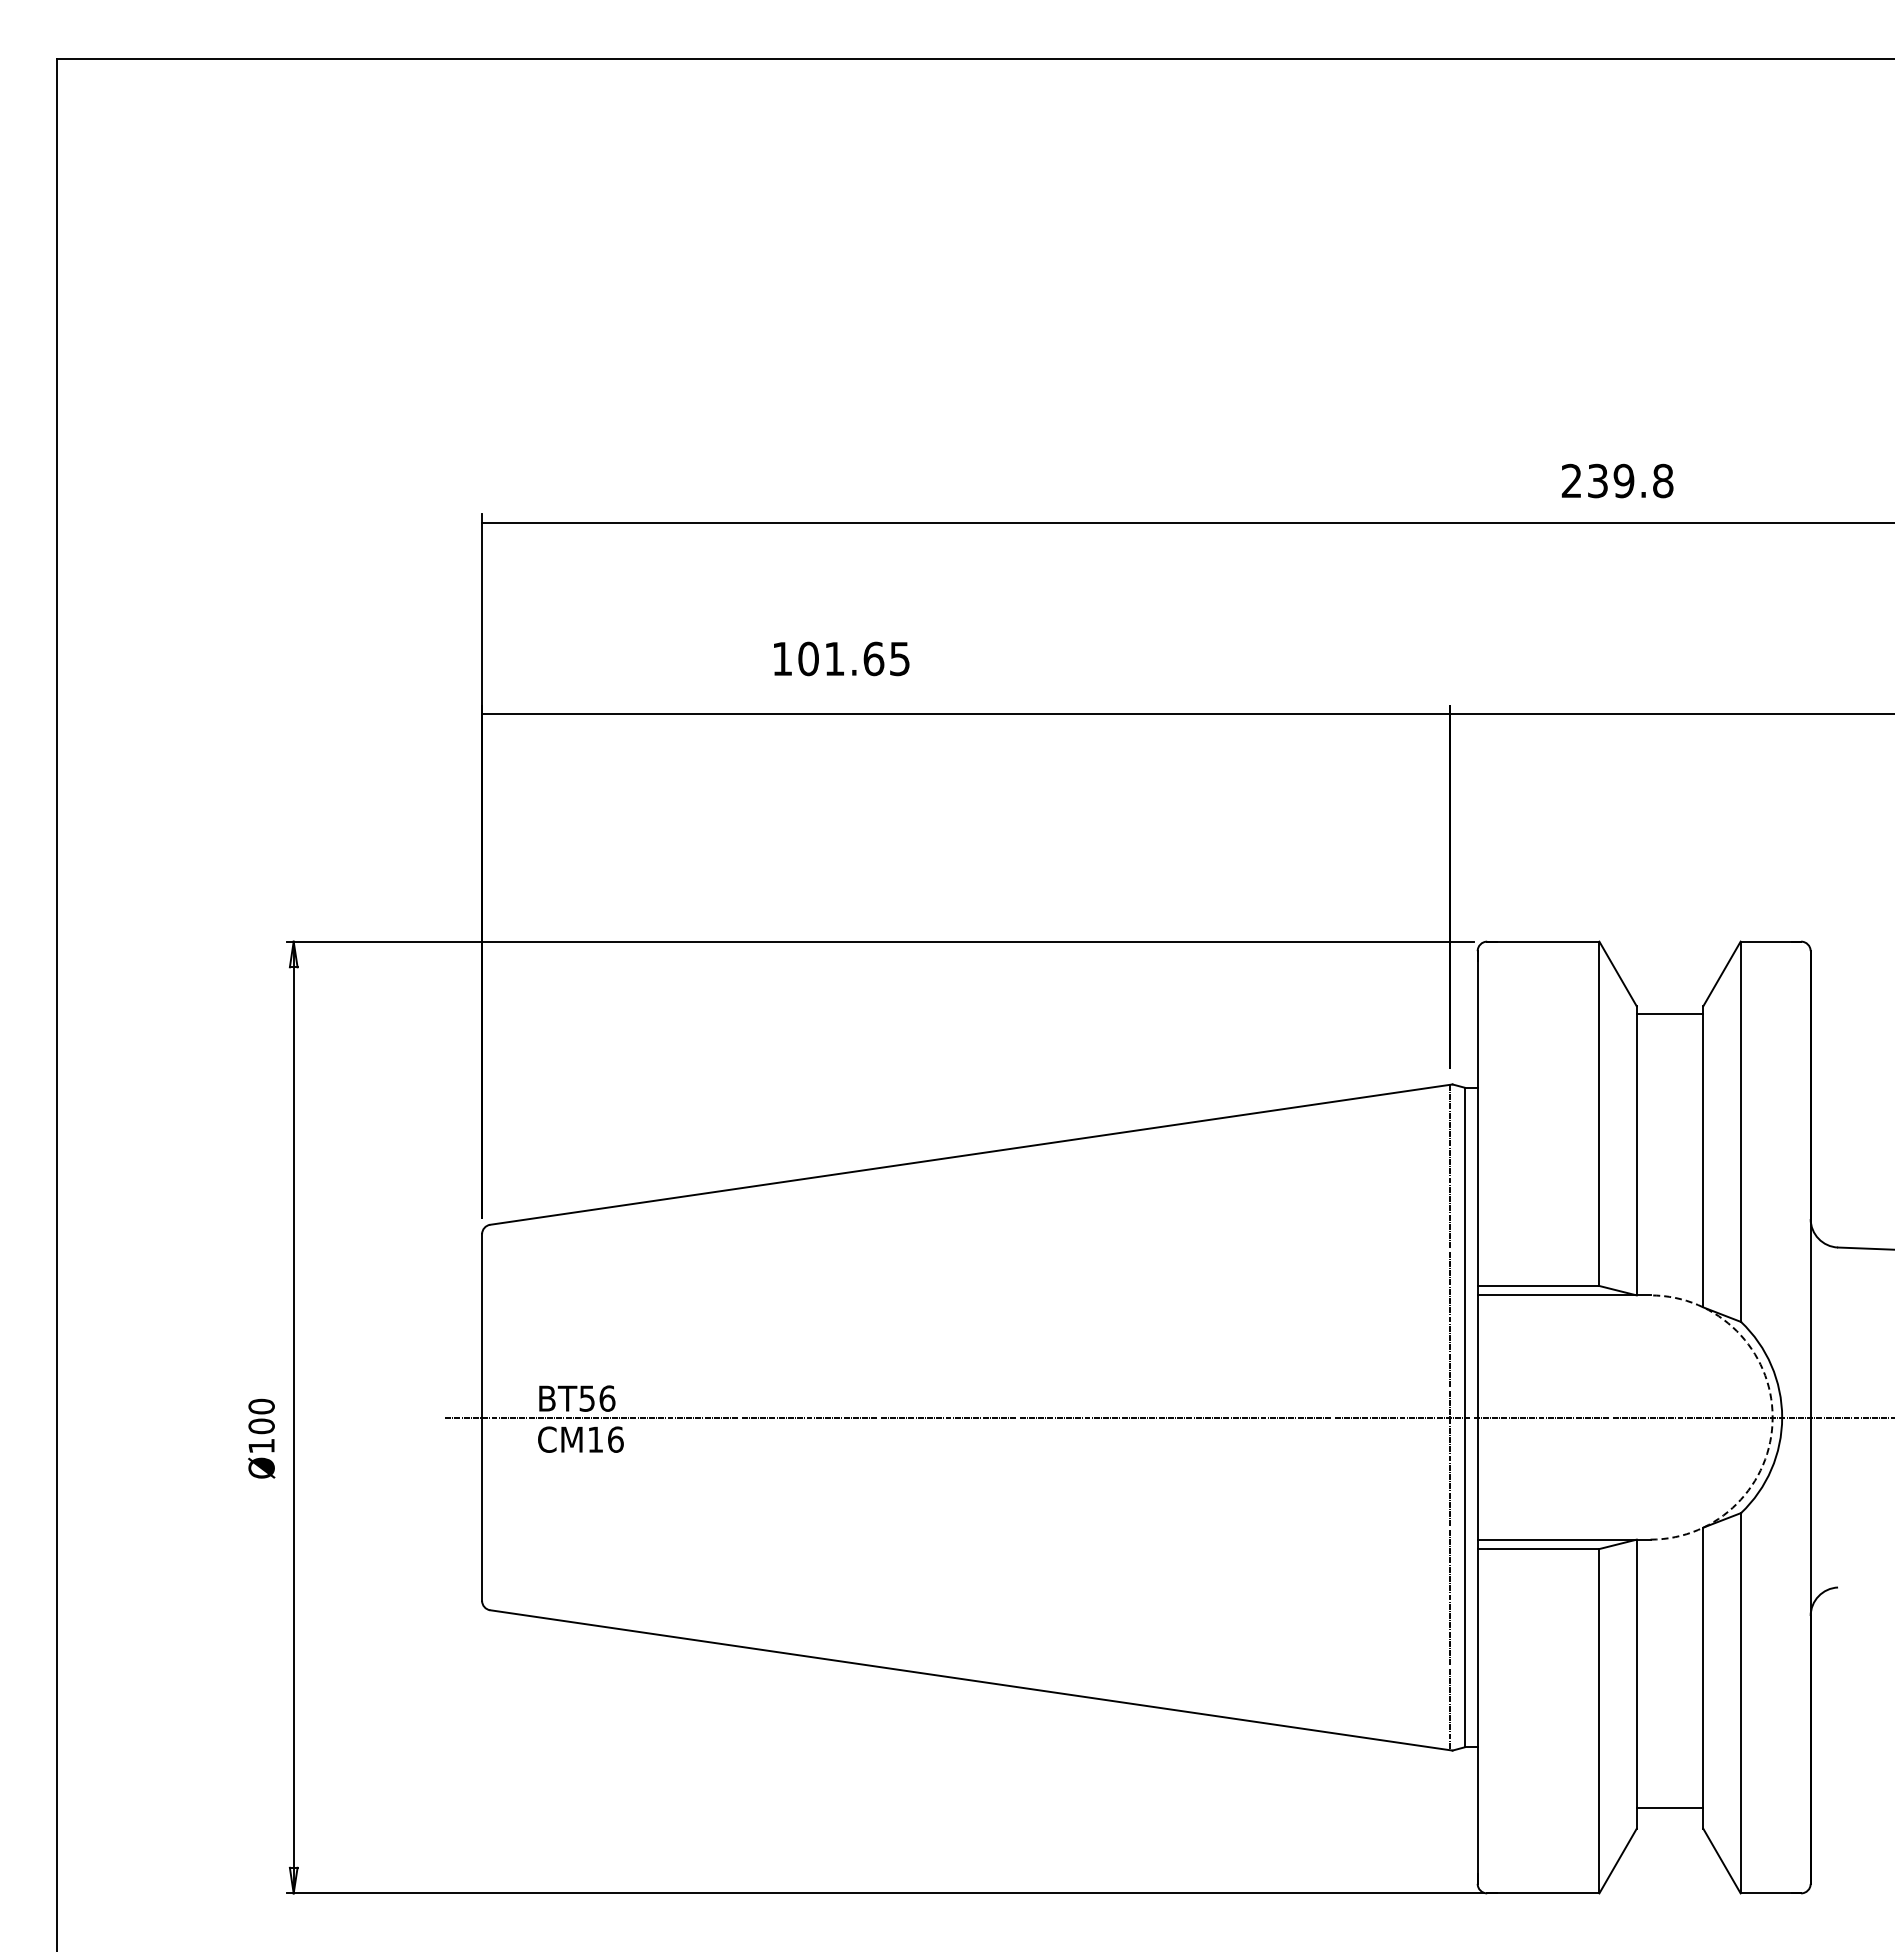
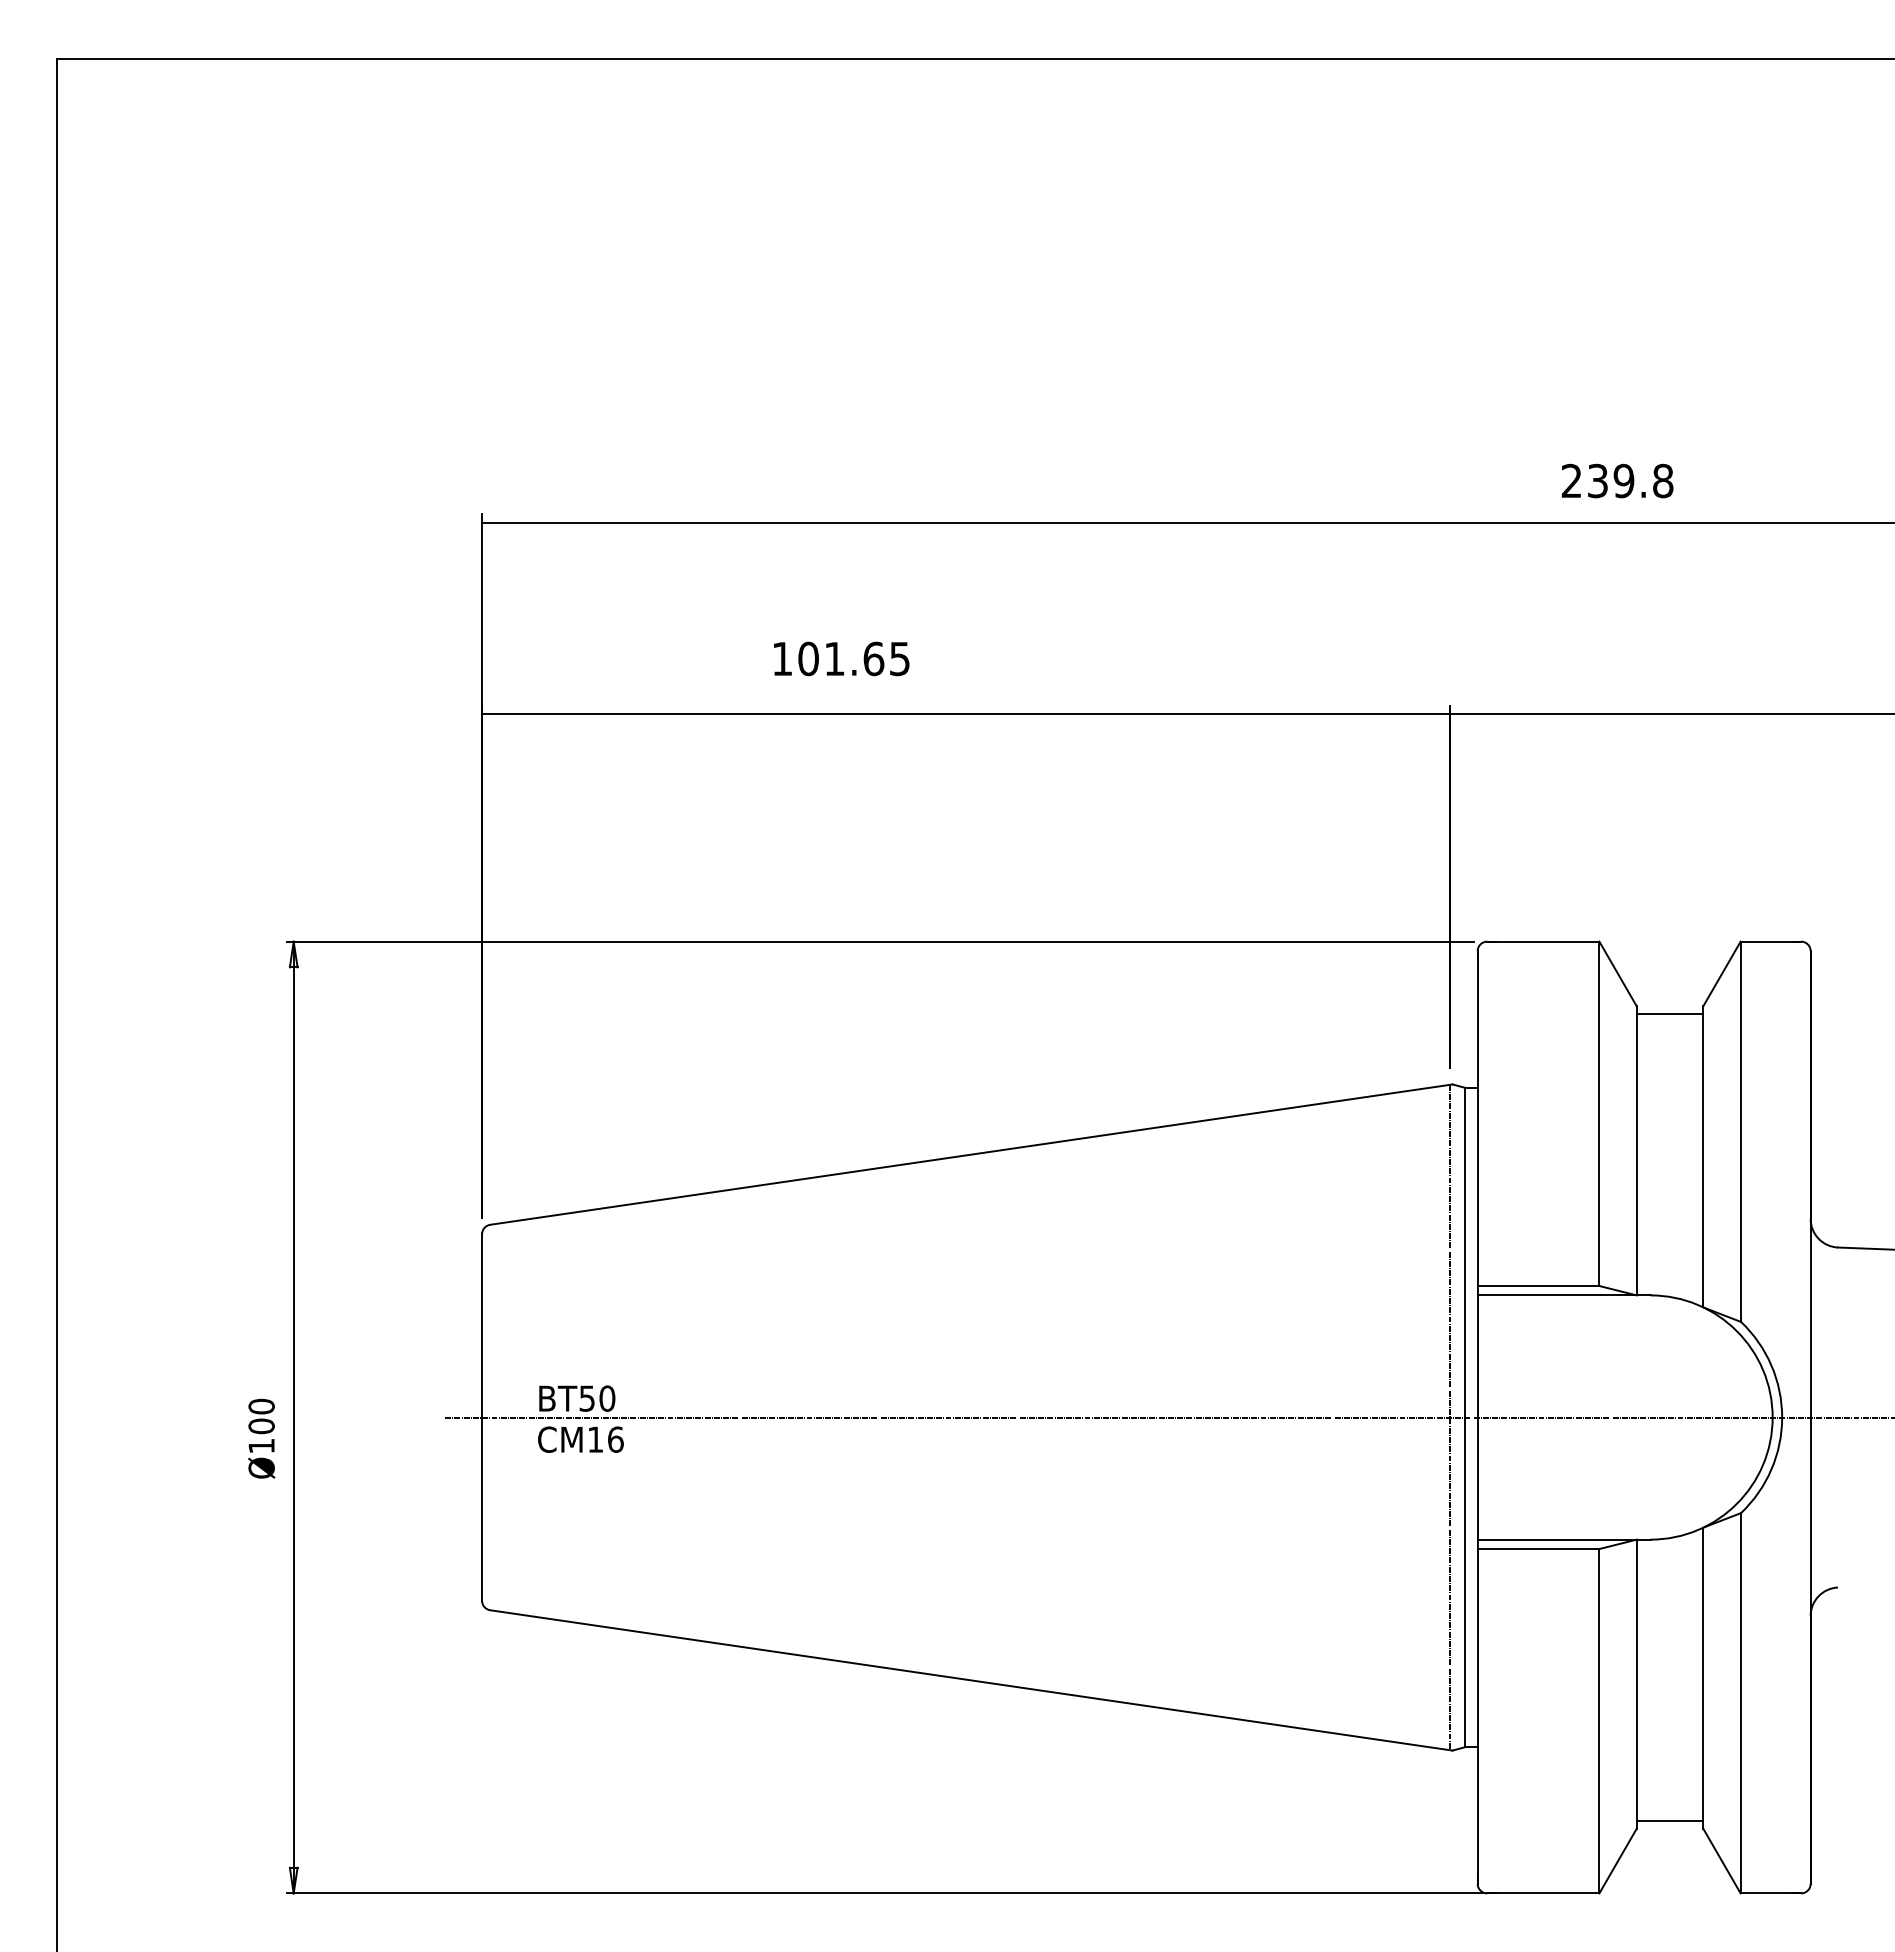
text at (607, 1398): BT56 -> BT50
arc at (1772, 1417): dashed -> solid
line at (1669, 1808) position: (1669, 1808) -> (1669, 1821)
